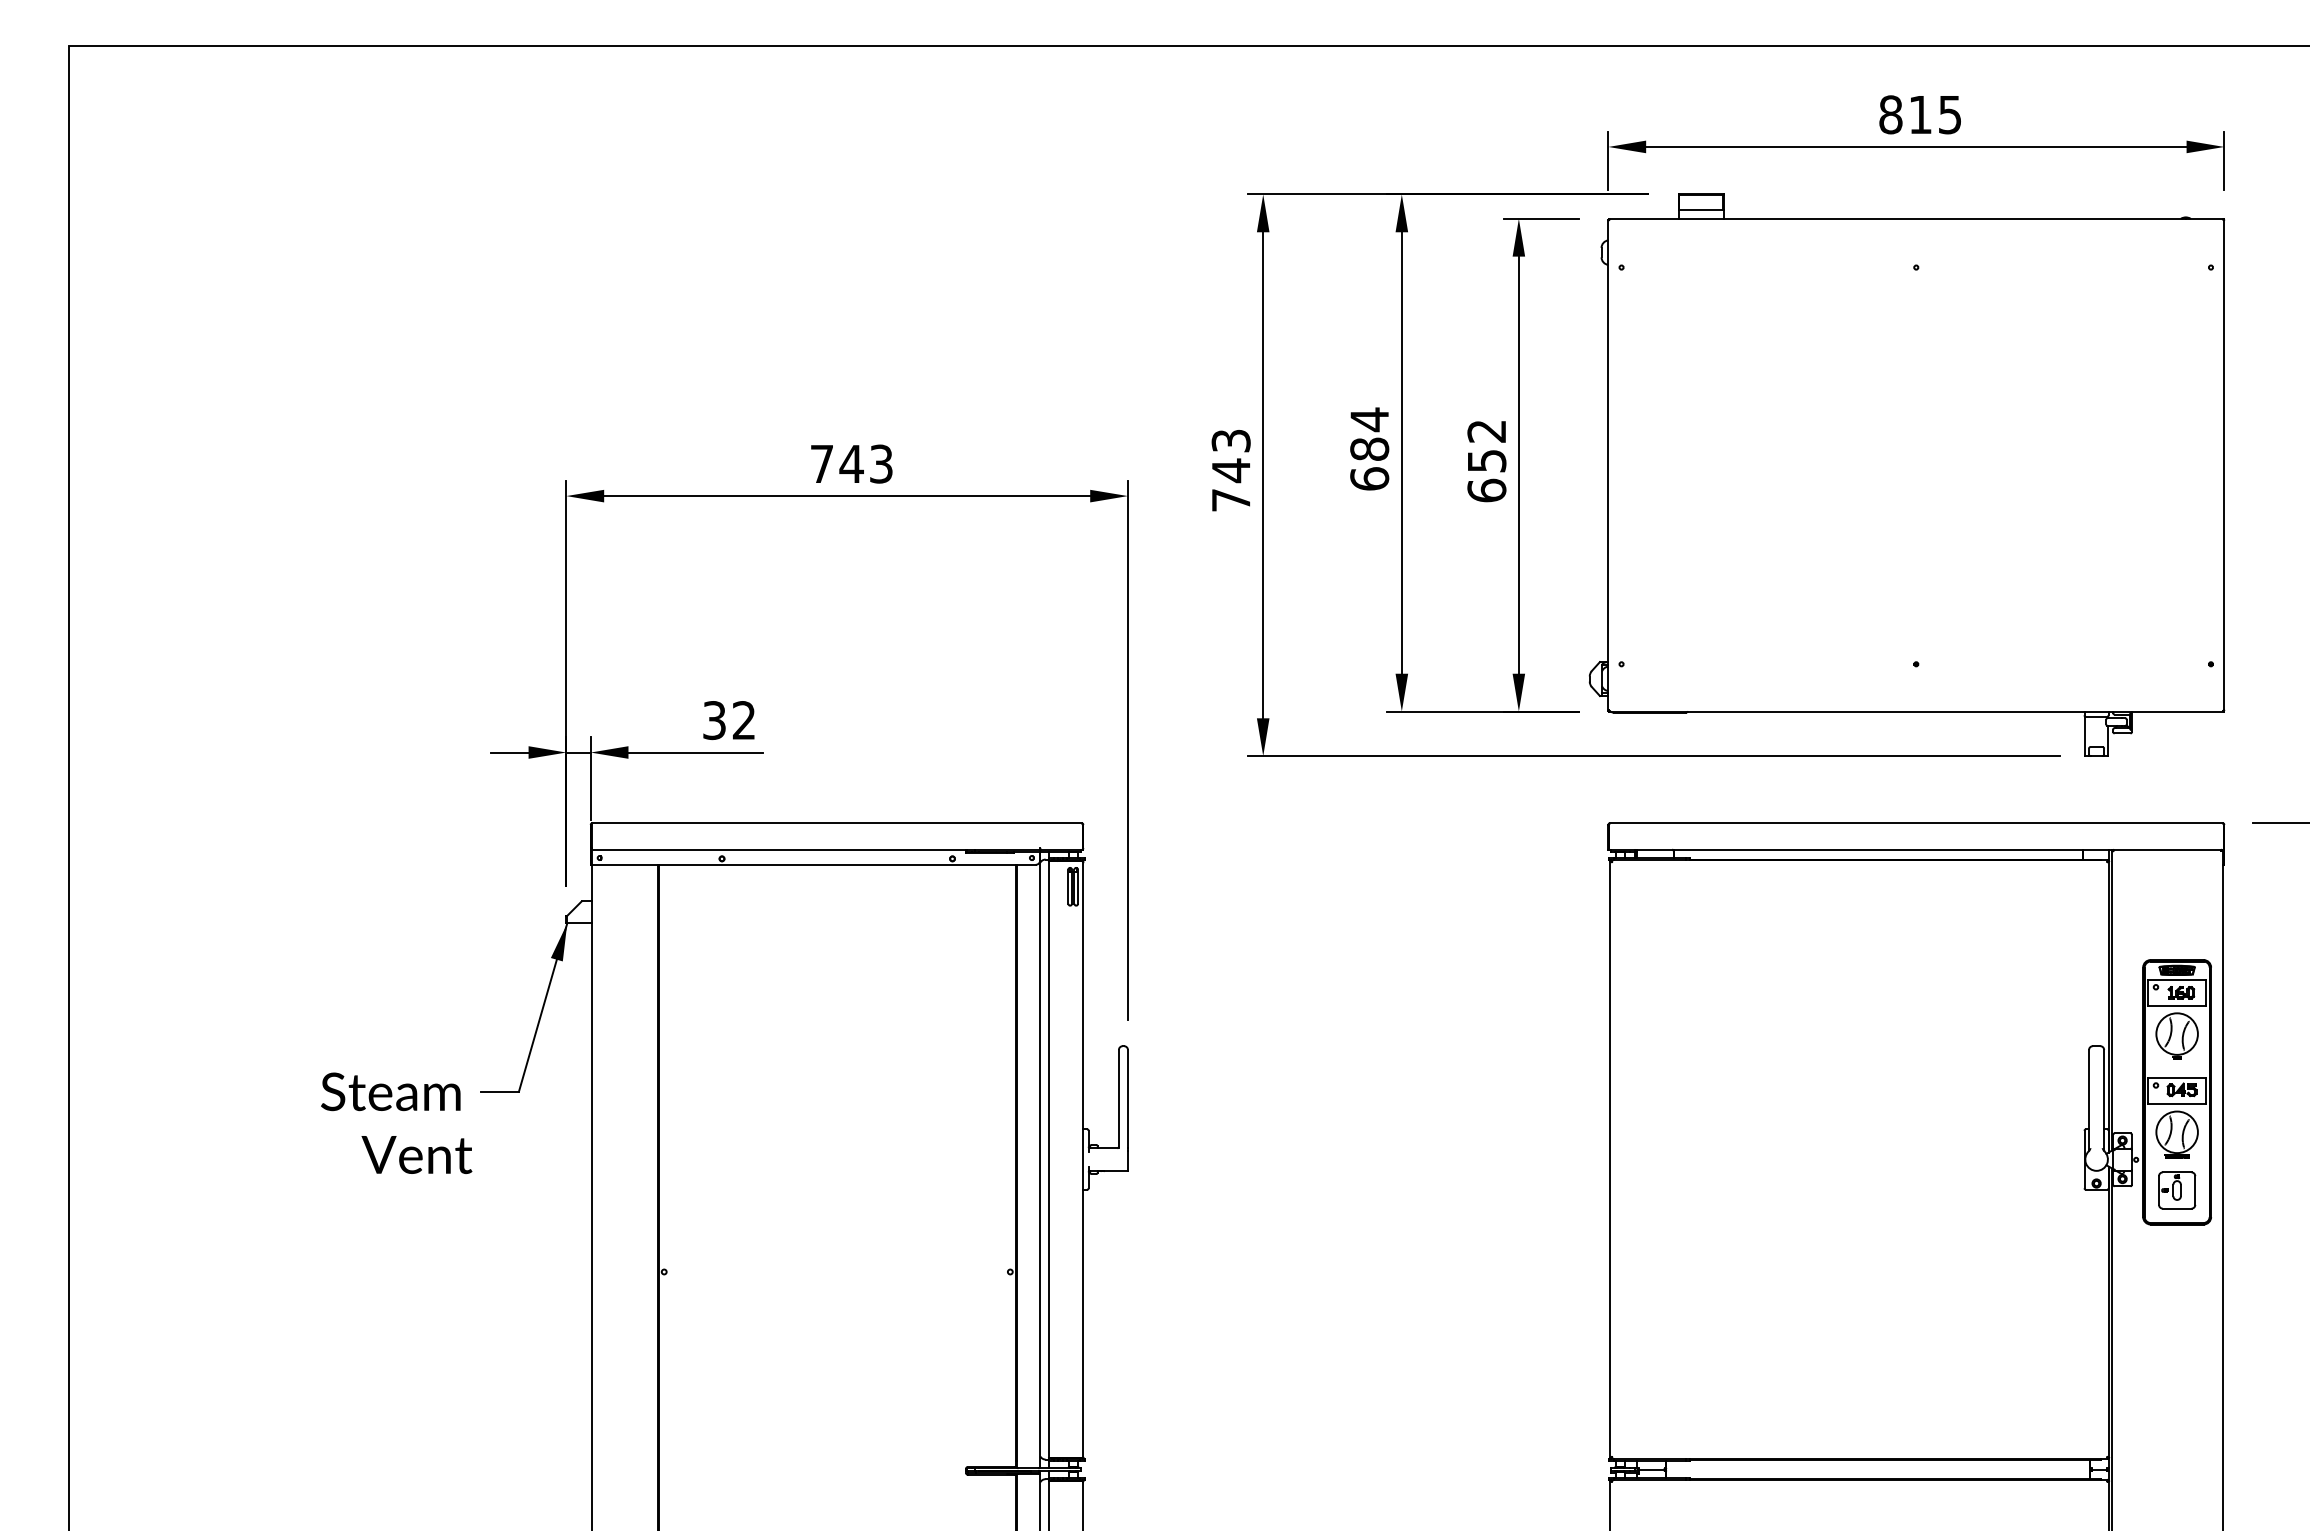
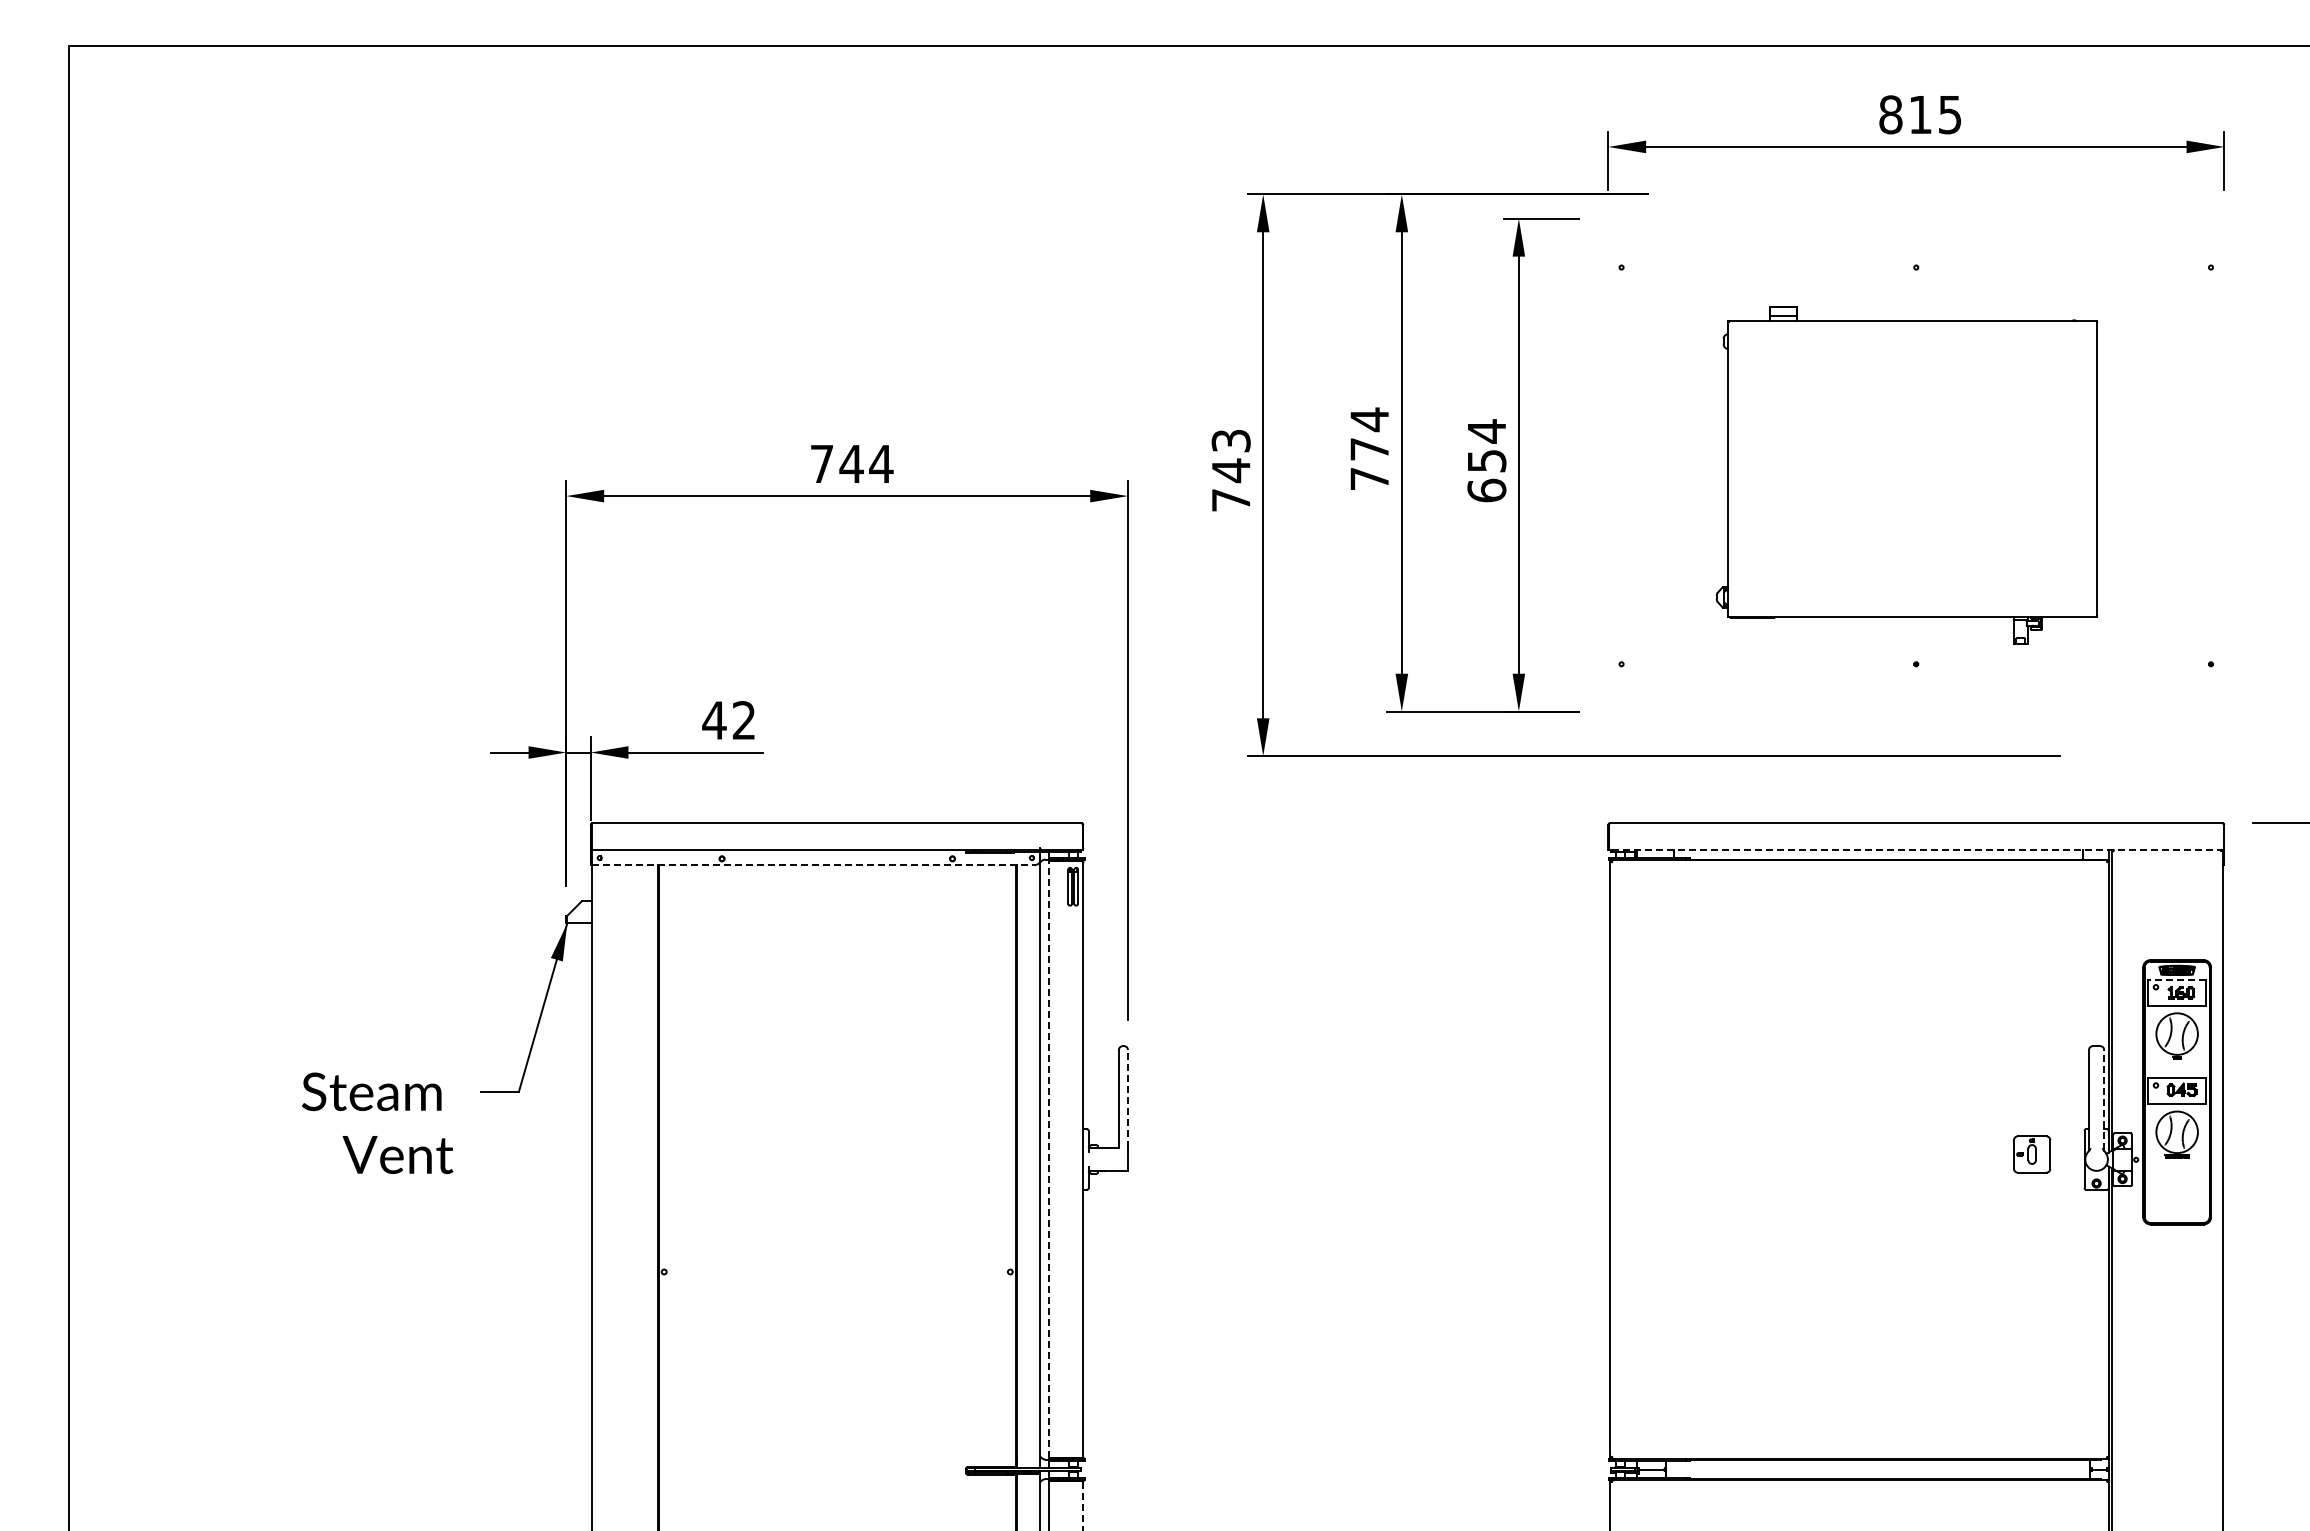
text at (1486, 431): 652 -> 654
text at (881, 463): 743 -> 744
text at (1369, 463): 684 -> 774
part at (1906, 474) size: 638x564 px -> 384x339 px
text at (714, 720): 32 -> 42
line at (1915, 849): solid -> dashed
line at (814, 864): solid -> dashed
line at (2177, 979): solid -> dashed
line at (1127, 1098): solid -> dashed
line at (2104, 1099): solid -> dashed
text at (396, 1122) position: (396, 1122) -> (377, 1122)
line at (1048, 1159): solid -> dashed
part at (2177, 1190) position: (2177, 1190) -> (2032, 1154)
line at (1083, 1506): solid -> dashed
